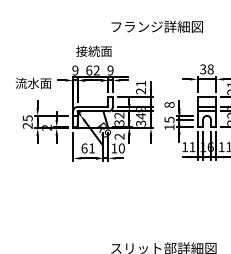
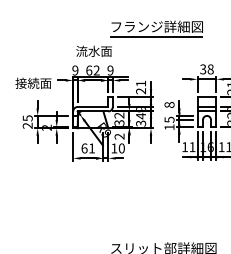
line at (156, 36): none -> present
text at (87, 50): 接続面 -> 流水面
text at (27, 82): 流水面 -> 接続面
